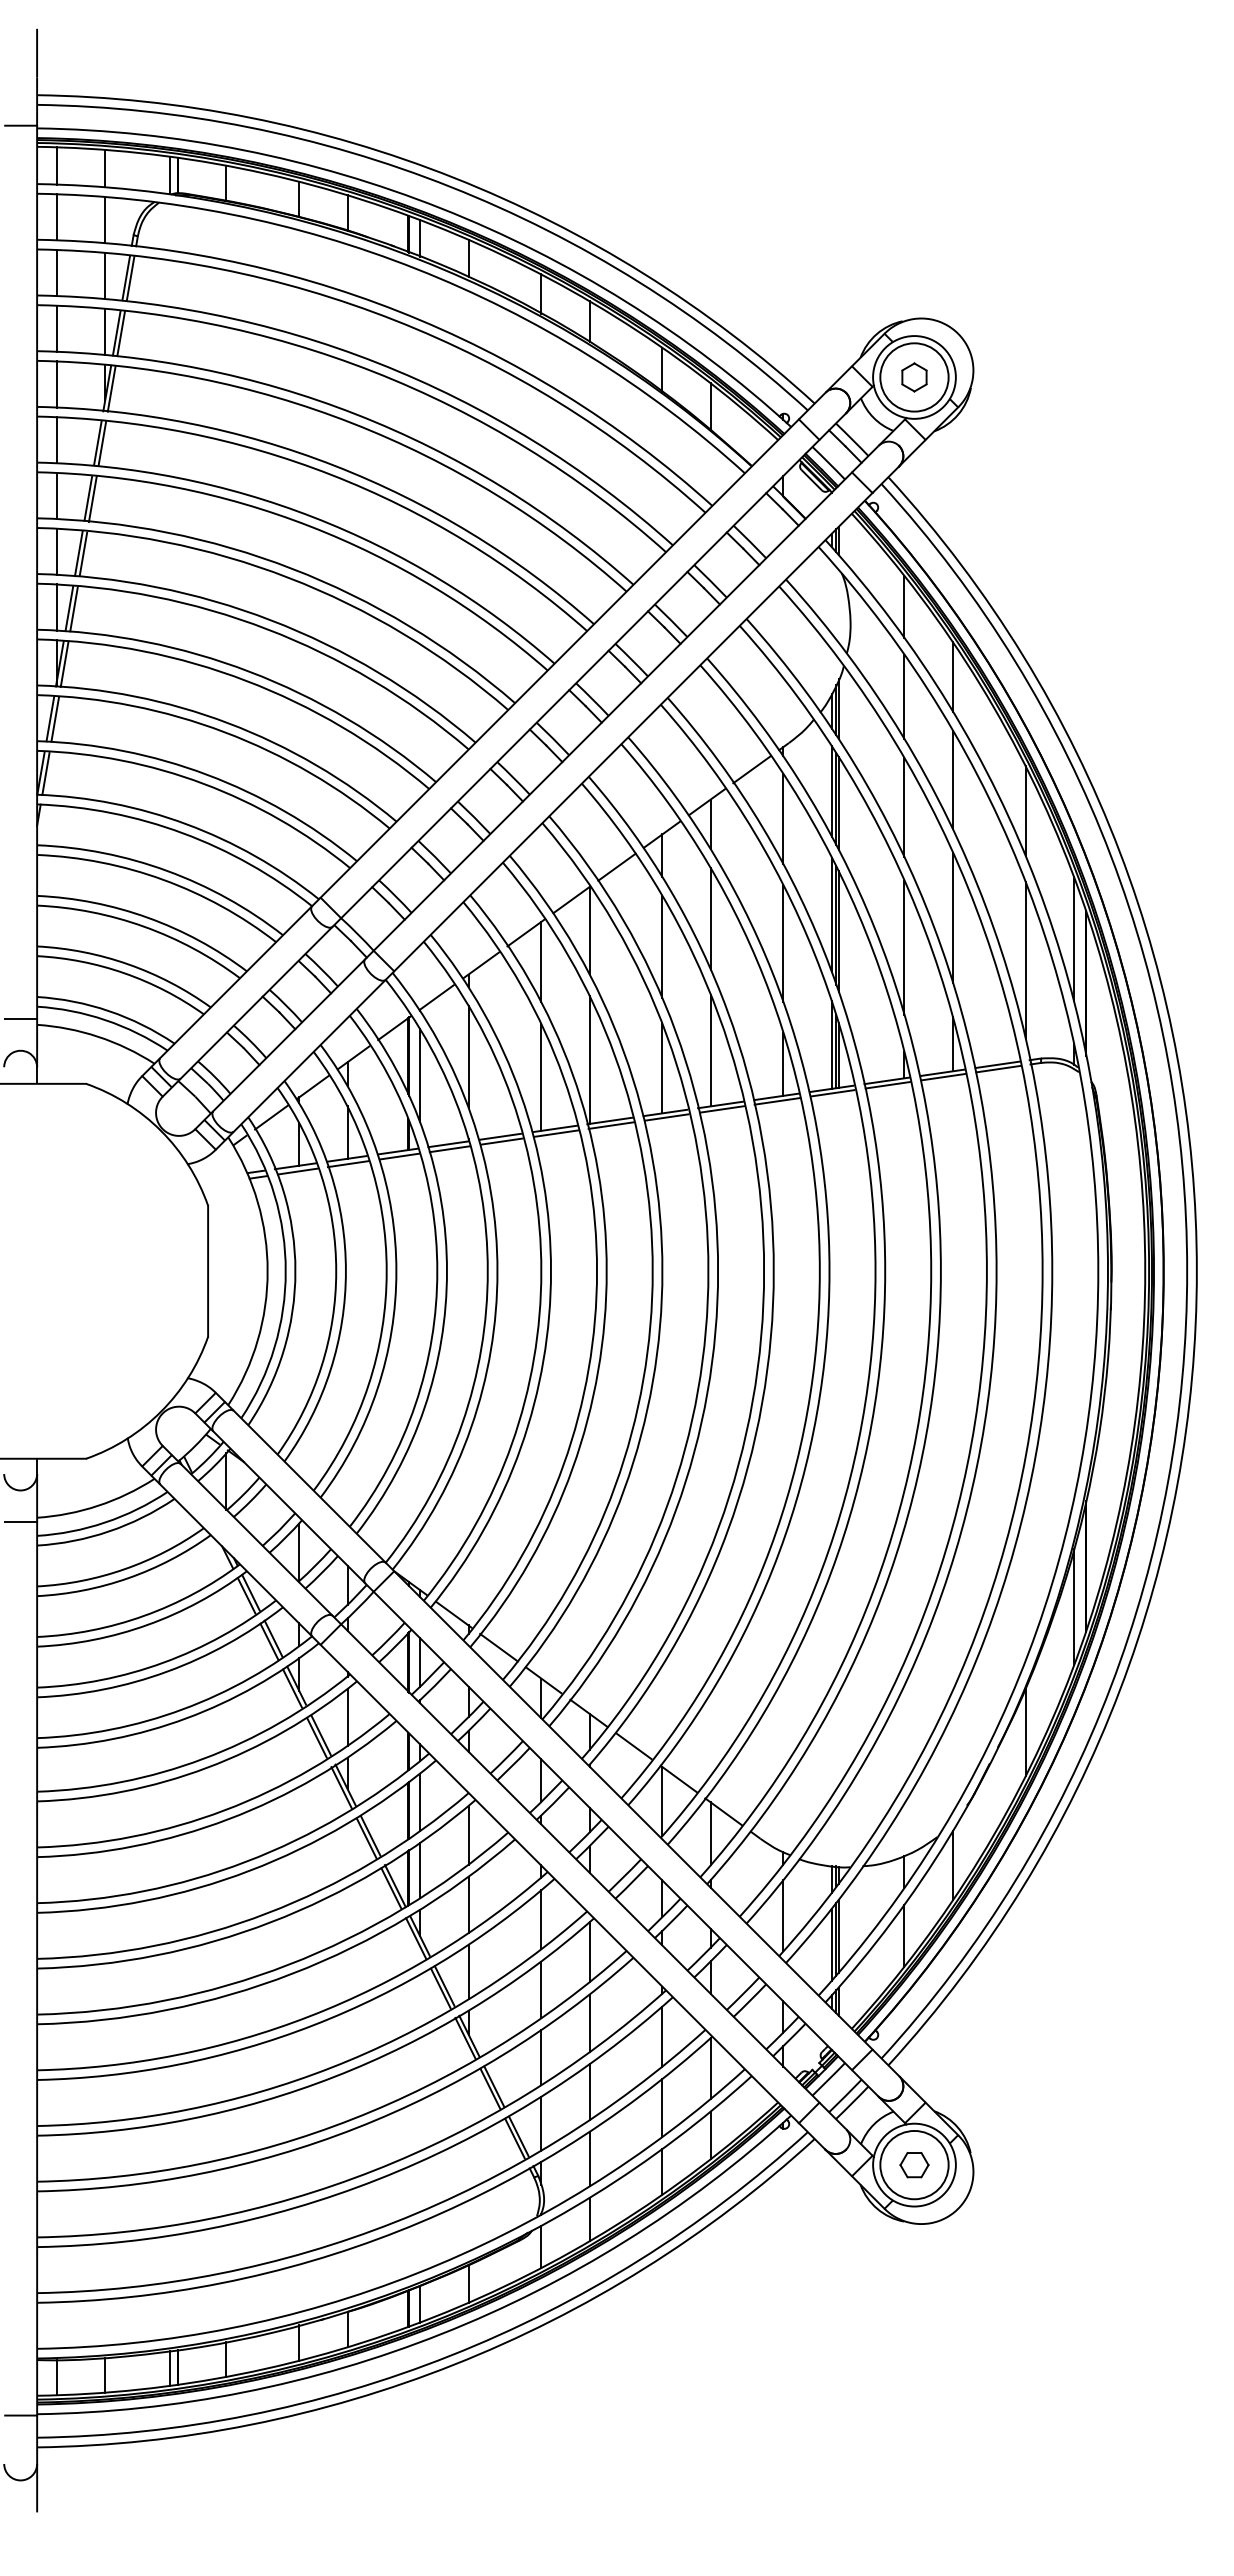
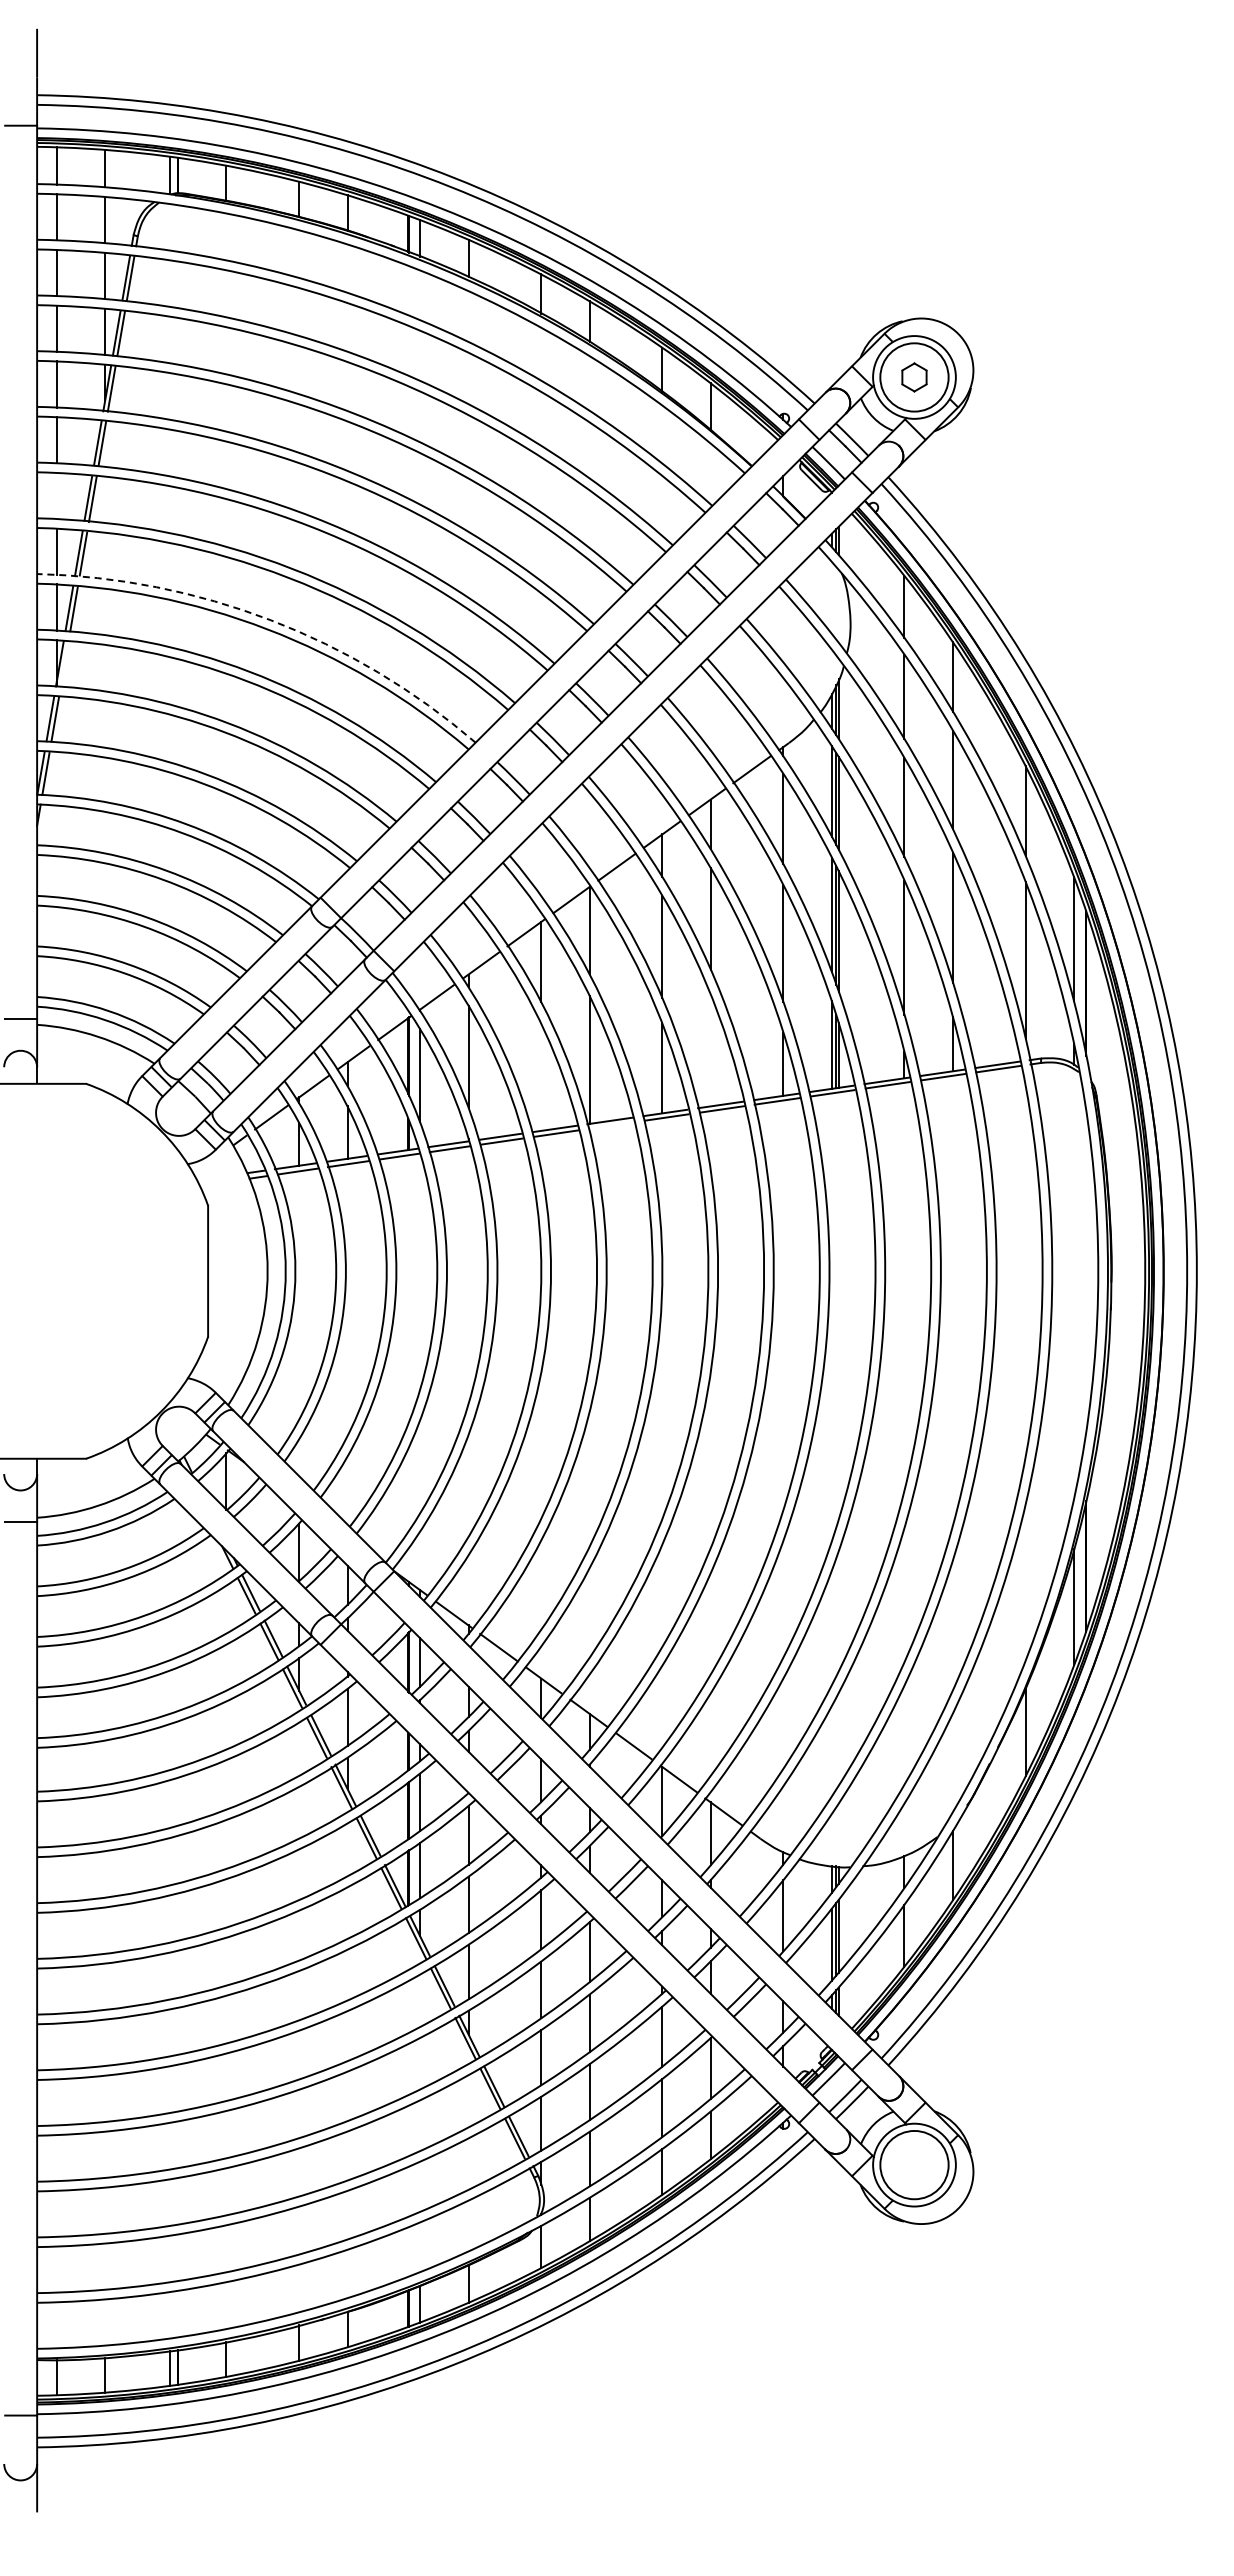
line at (56, 495): present -> none
arc at (271, 620): solid -> dashed
line at (64, 664): present -> none
line at (710, 1050): present -> none
line at (541, 1076): present -> none
line at (611, 1125): present -> none
part at (914, 2165): present -> none
